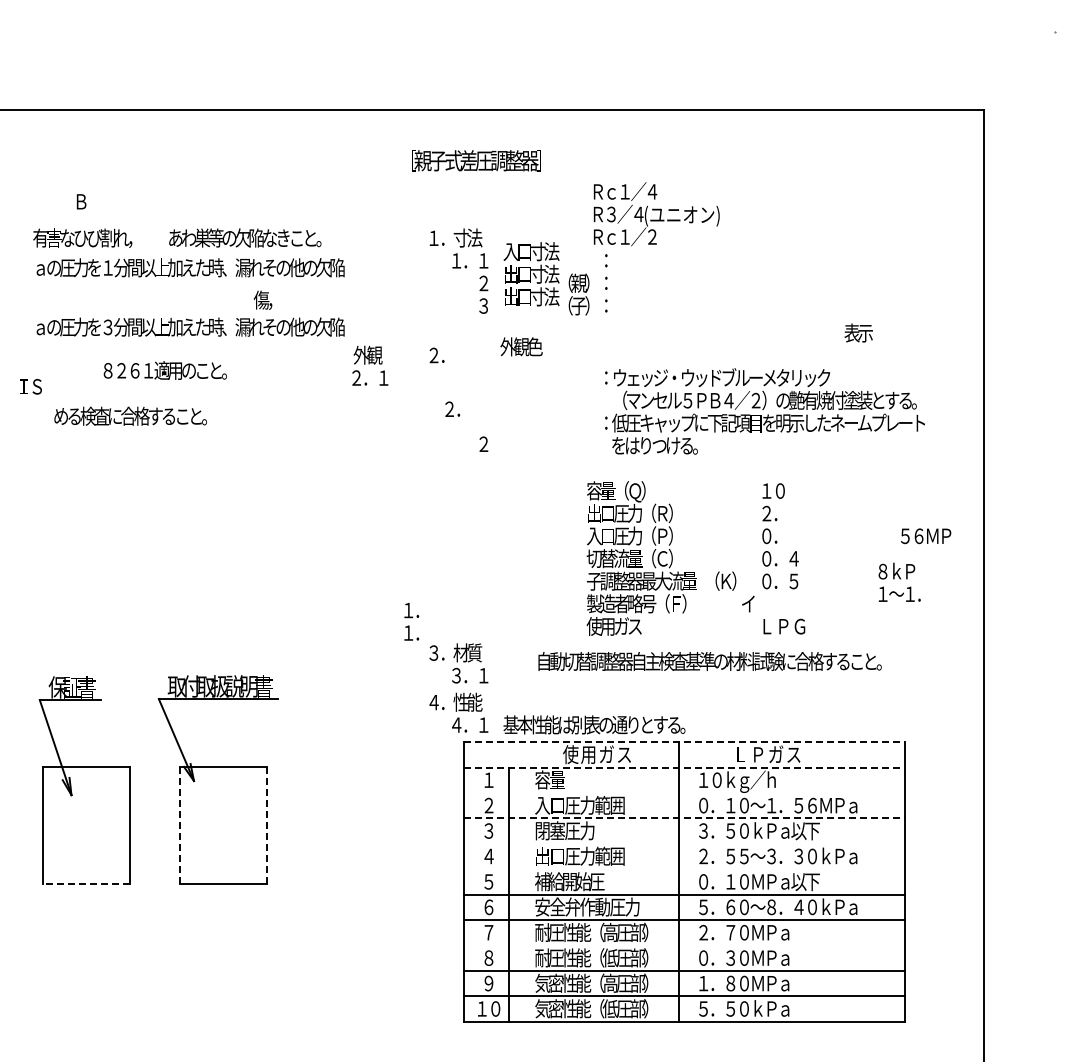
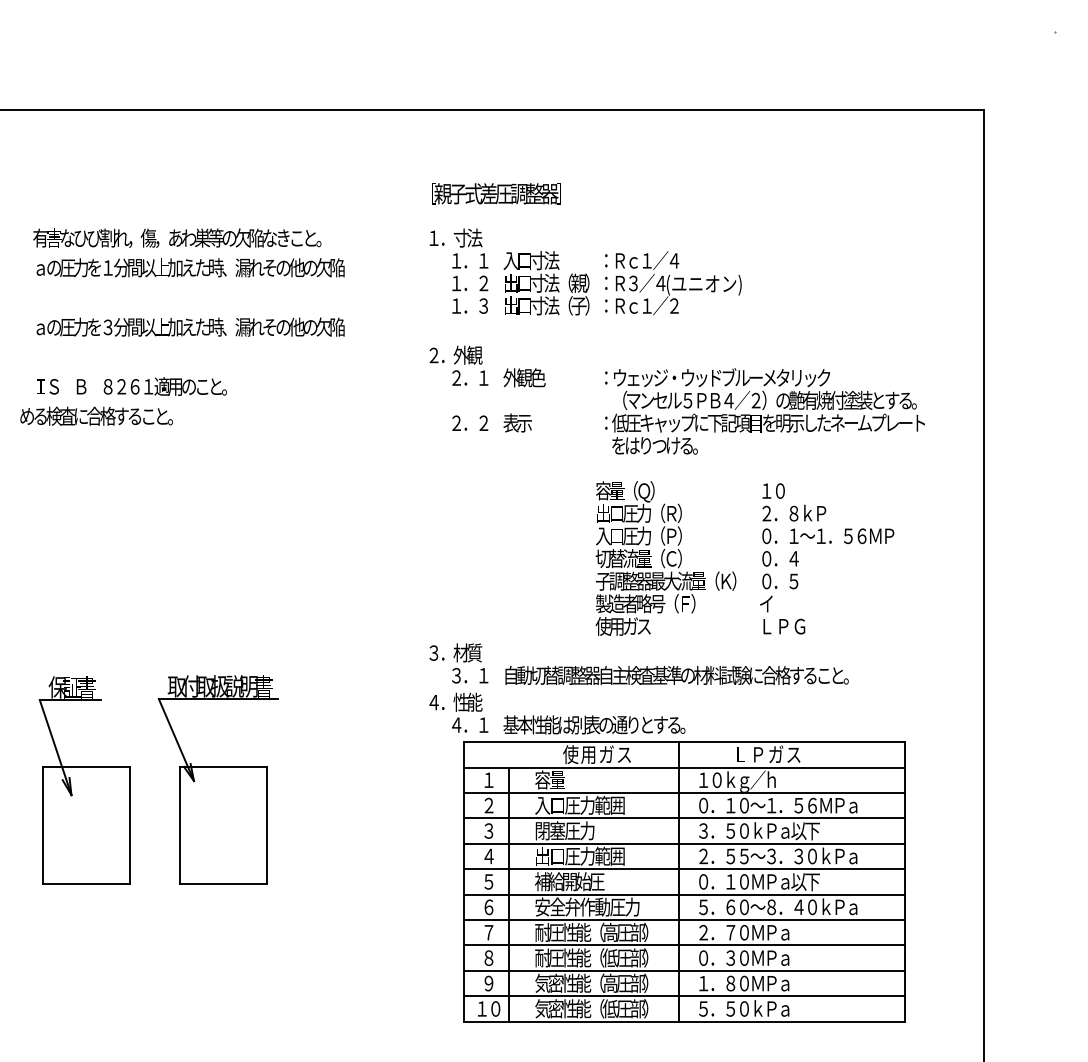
text at (476, 160) position: (476, 160) -> (496, 193)
text at (81, 201) position: (81, 201) -> (81, 386)
text at (656, 214) position: (656, 214) -> (678, 283)
text at (531, 274) position: (531, 274) -> (531, 283)
text at (262, 299) position: (262, 299) -> (149, 237)
text at (858, 332) position: (858, 332) -> (517, 422)
text at (521, 346) position: (521, 346) -> (524, 377)
text at (370, 365) position: (370, 365) -> (470, 365)
text at (164, 370) position: (164, 370) -> (164, 386)
text at (30, 386) position: (30, 386) -> (47, 386)
text at (452, 408) position: (452, 408) -> (459, 422)
text at (130, 415) position: (130, 415) -> (96, 415)
text at (483, 443) position: (483, 443) -> (483, 422)
text at (926, 536) position: (926, 536) -> (869, 536)
text at (641, 558) position: (641, 558) -> (650, 558)
text at (899, 581) position: (899, 581) -> (810, 523)
text at (748, 603) position: (748, 603) -> (766, 603)
text at (411, 621) position: (411, 621) -> (459, 294)
text at (709, 661) position: (709, 661) -> (676, 675)
line at (684, 742): dashed -> solid
line at (684, 767): dashed -> solid
line at (684, 792): none -> present
line at (684, 818): dashed -> solid
line at (179, 824): dashed -> solid
line at (267, 825): dashed -> solid
line at (684, 843): none -> present
line at (684, 869): none -> present
line at (86, 883): dashed -> solid
line at (684, 945): none -> present
